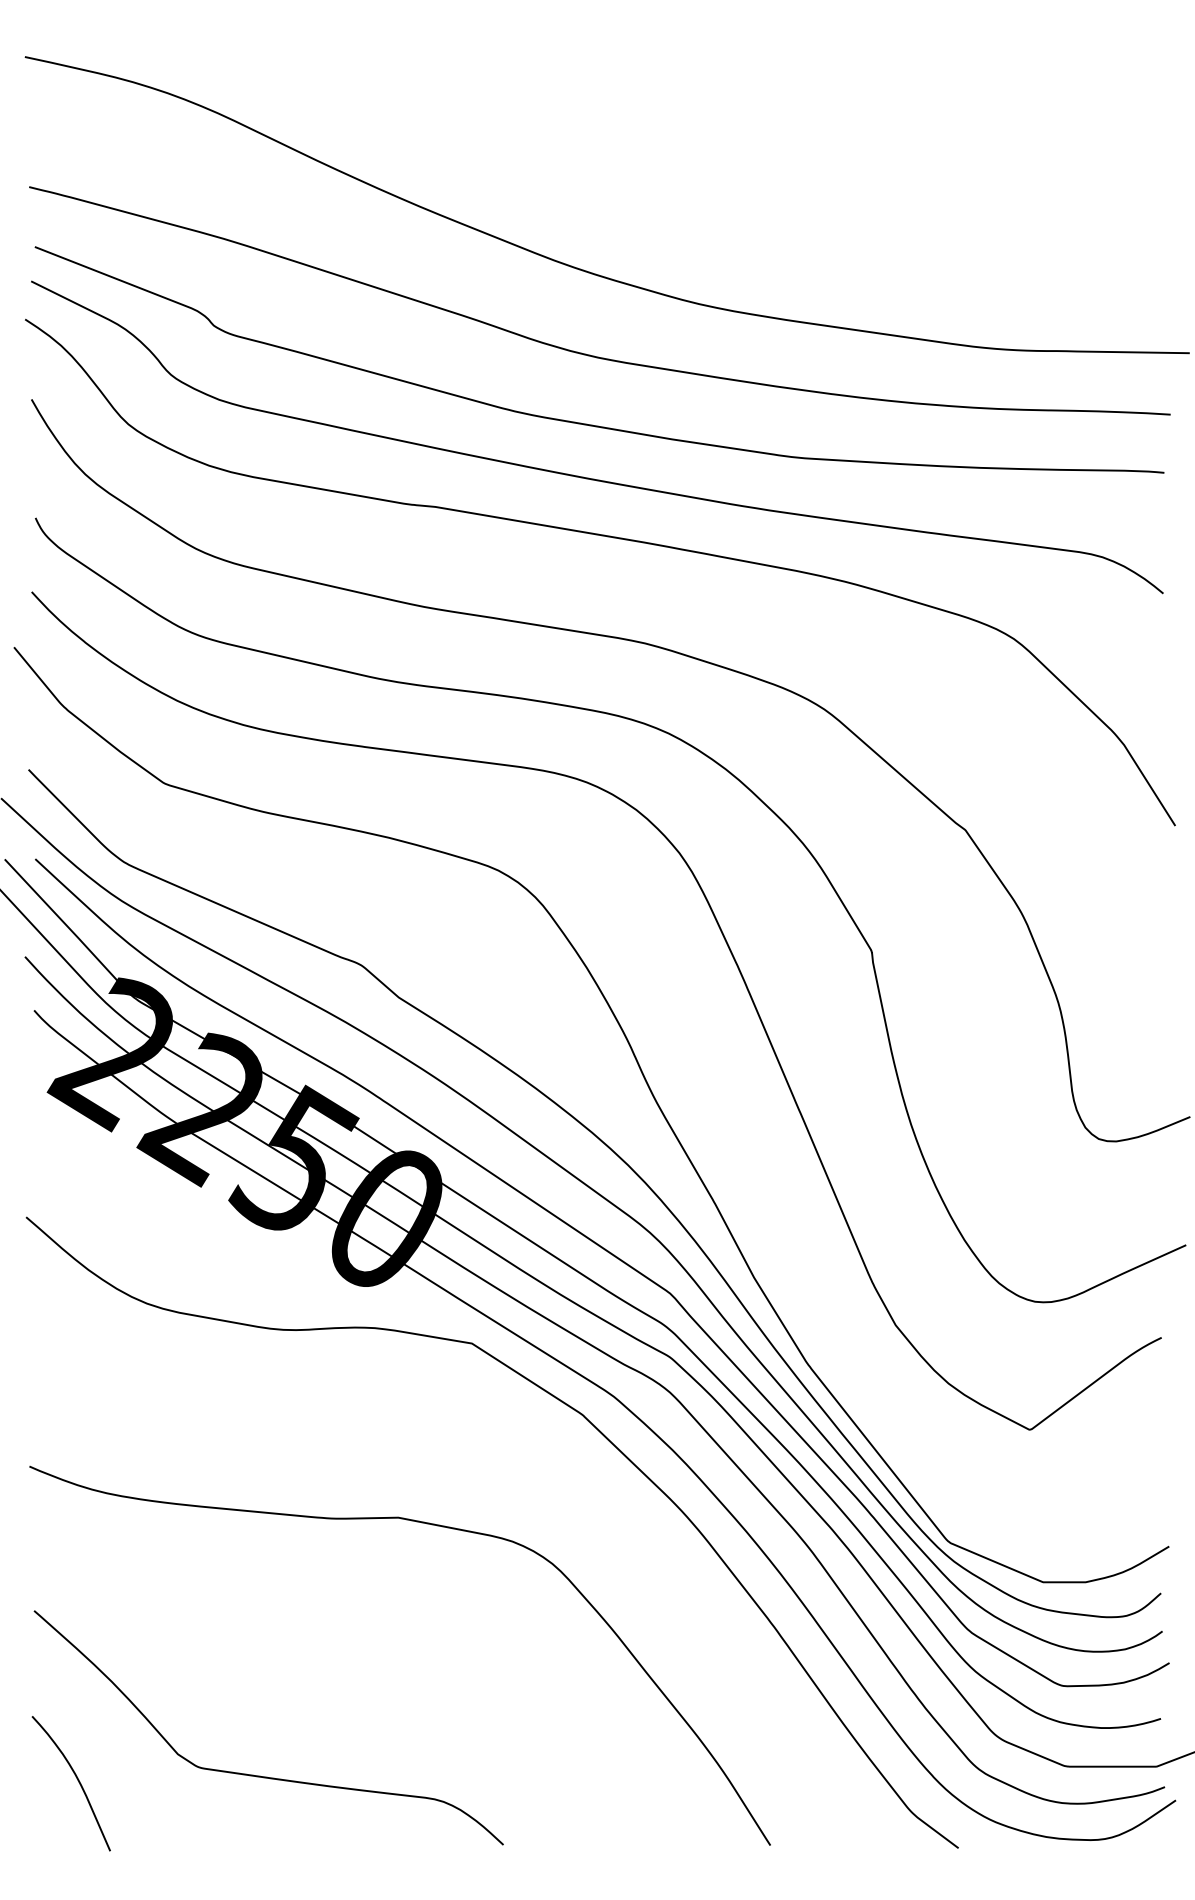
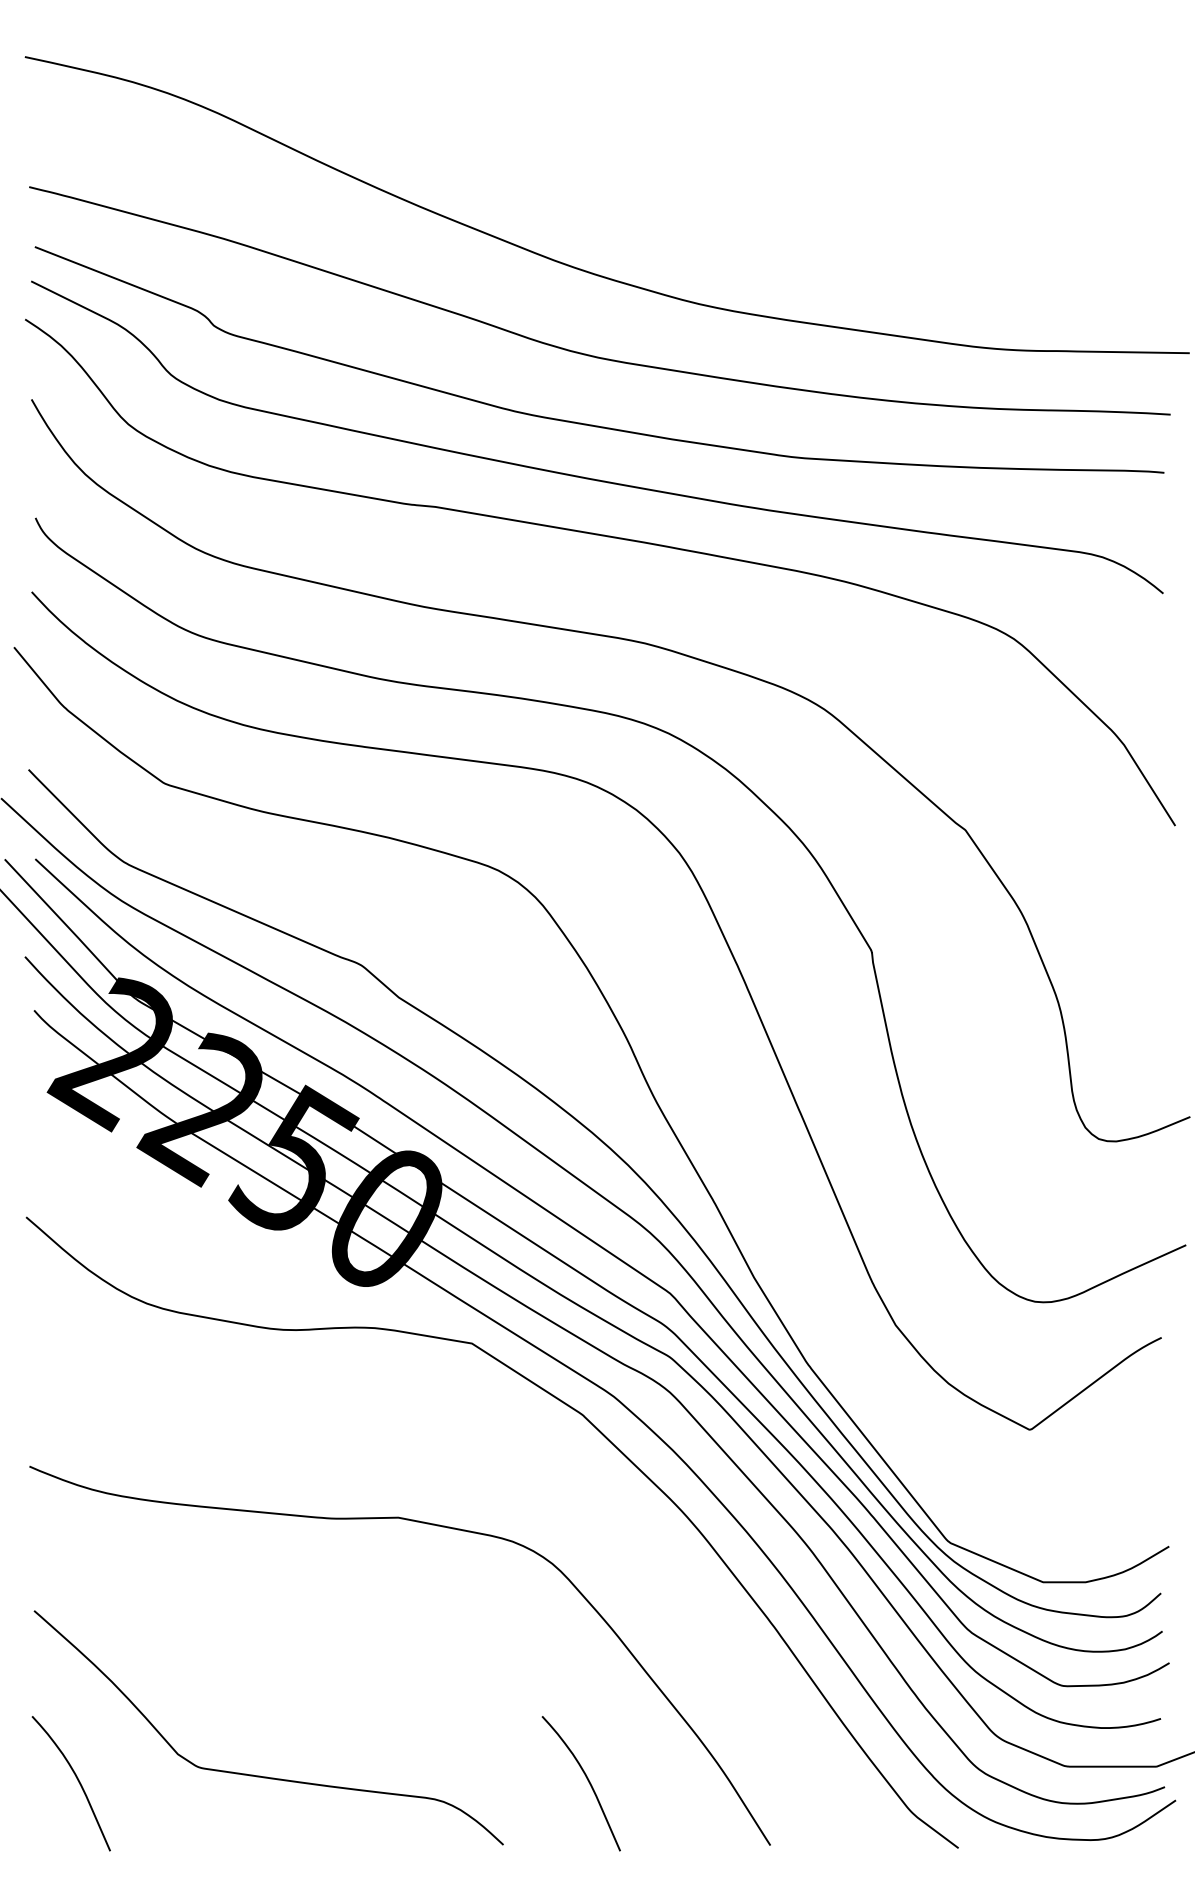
curve at (587, 1780): none -> present
